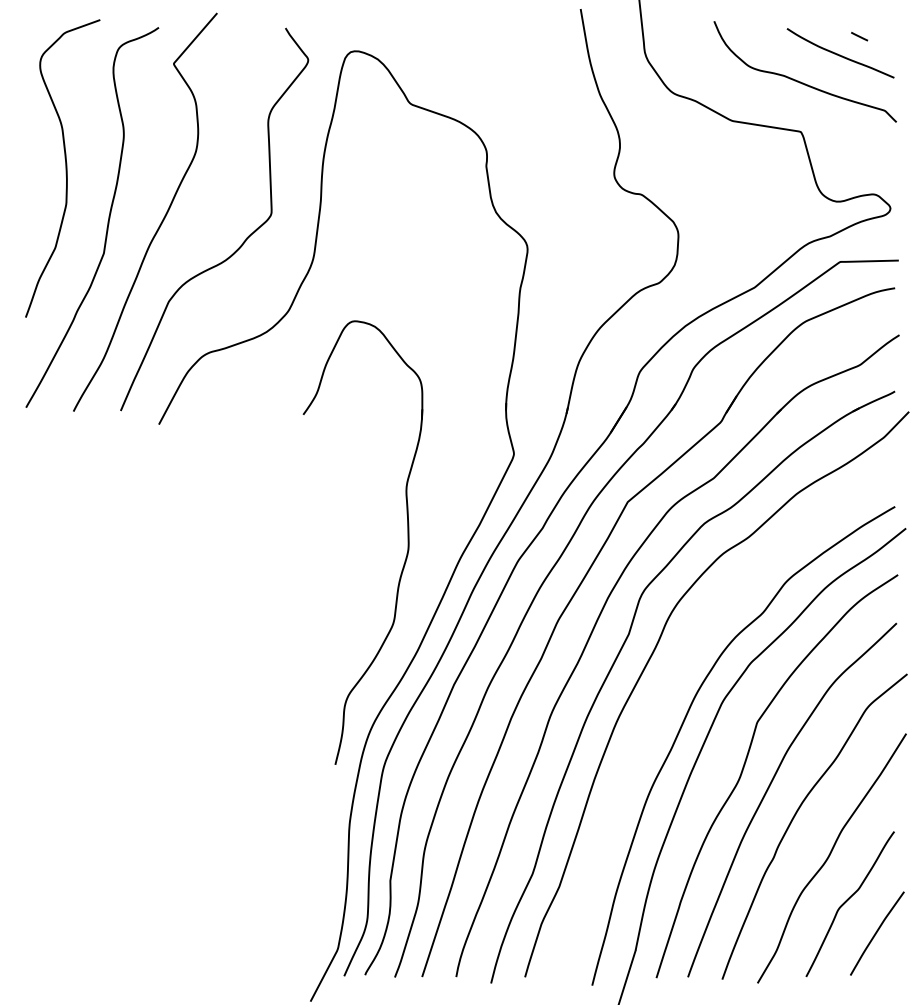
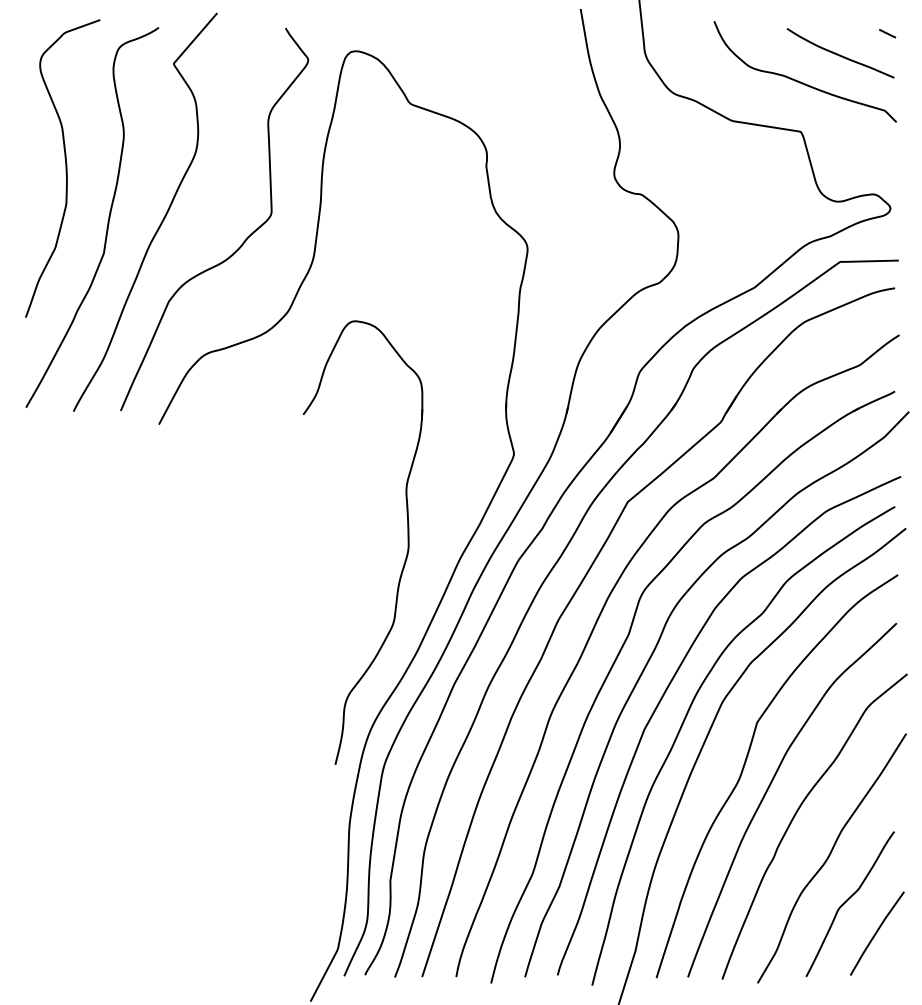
line at (859, 36) position: (859, 36) -> (887, 33)
curve at (667, 690): none -> present
